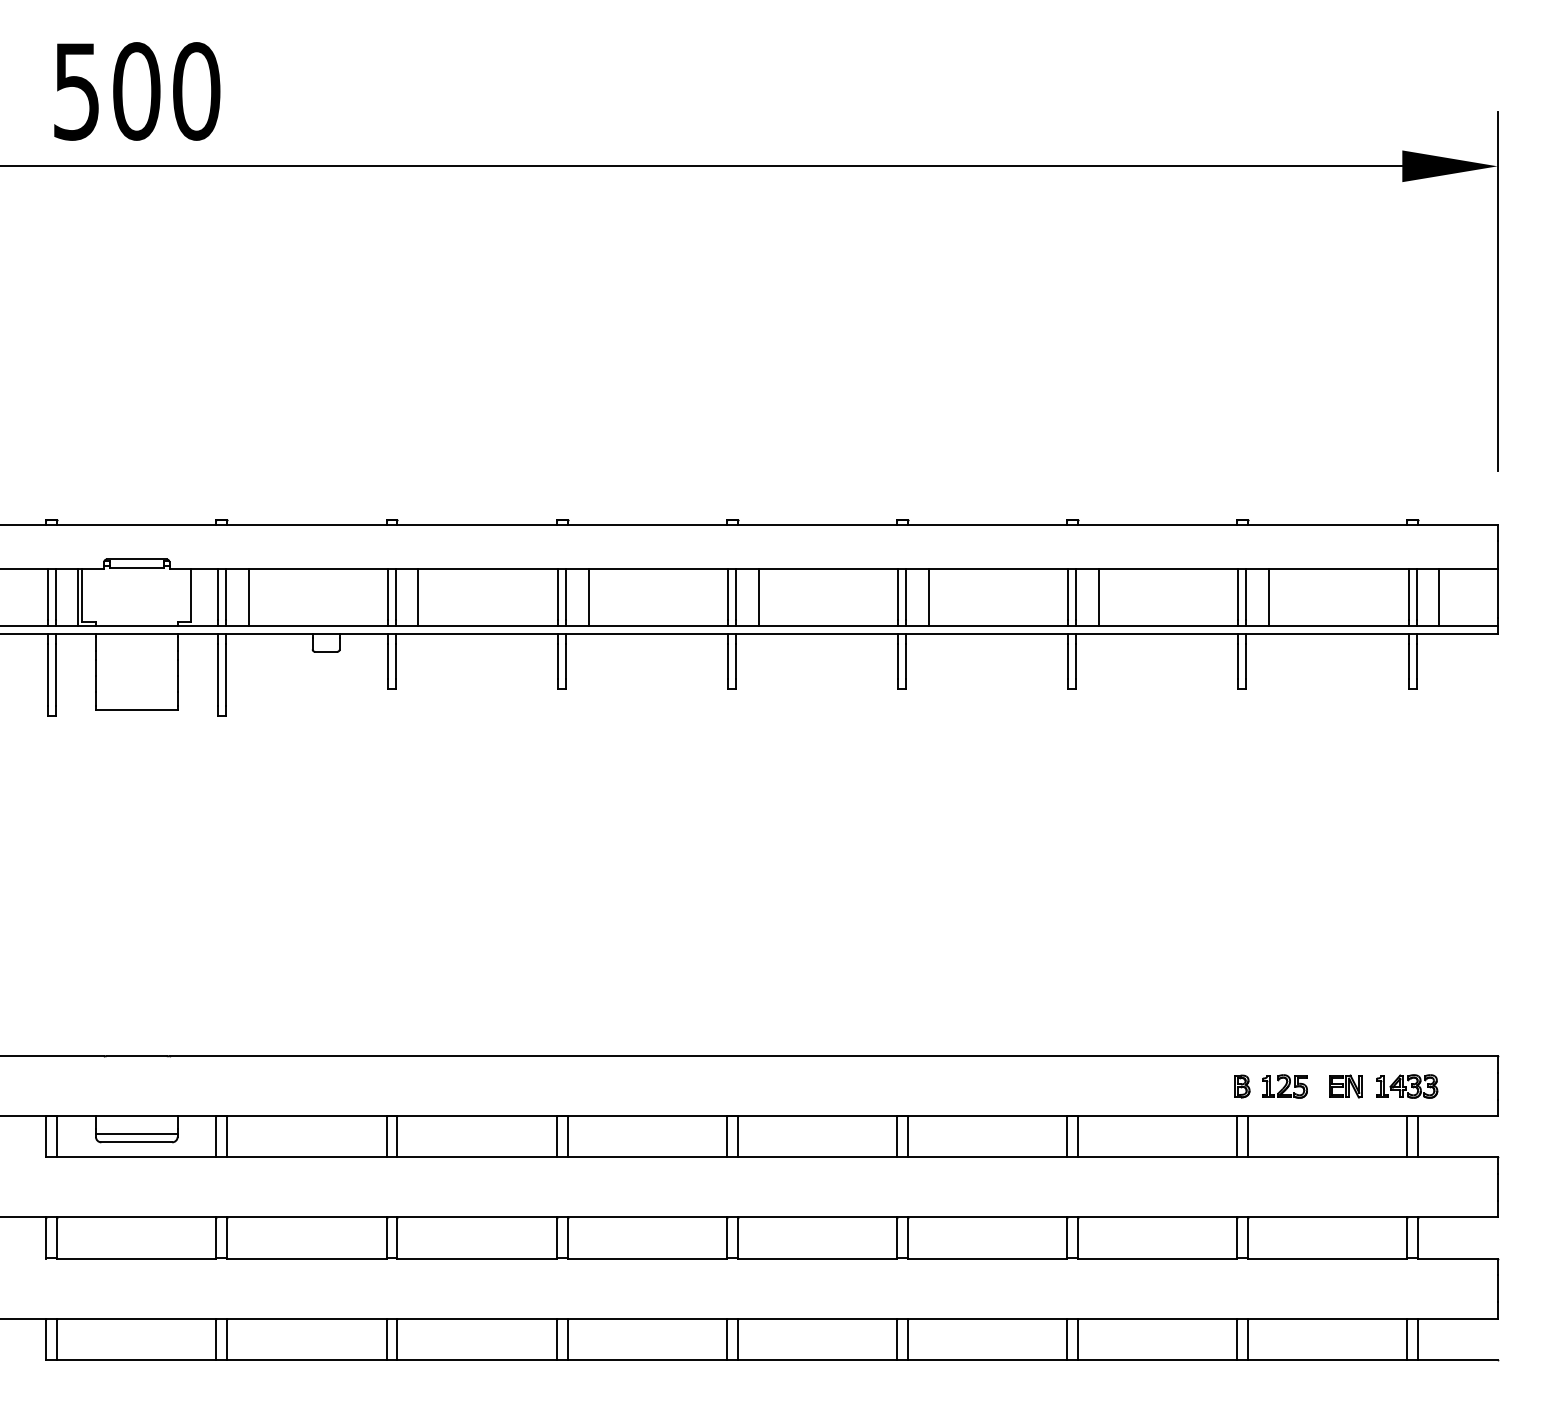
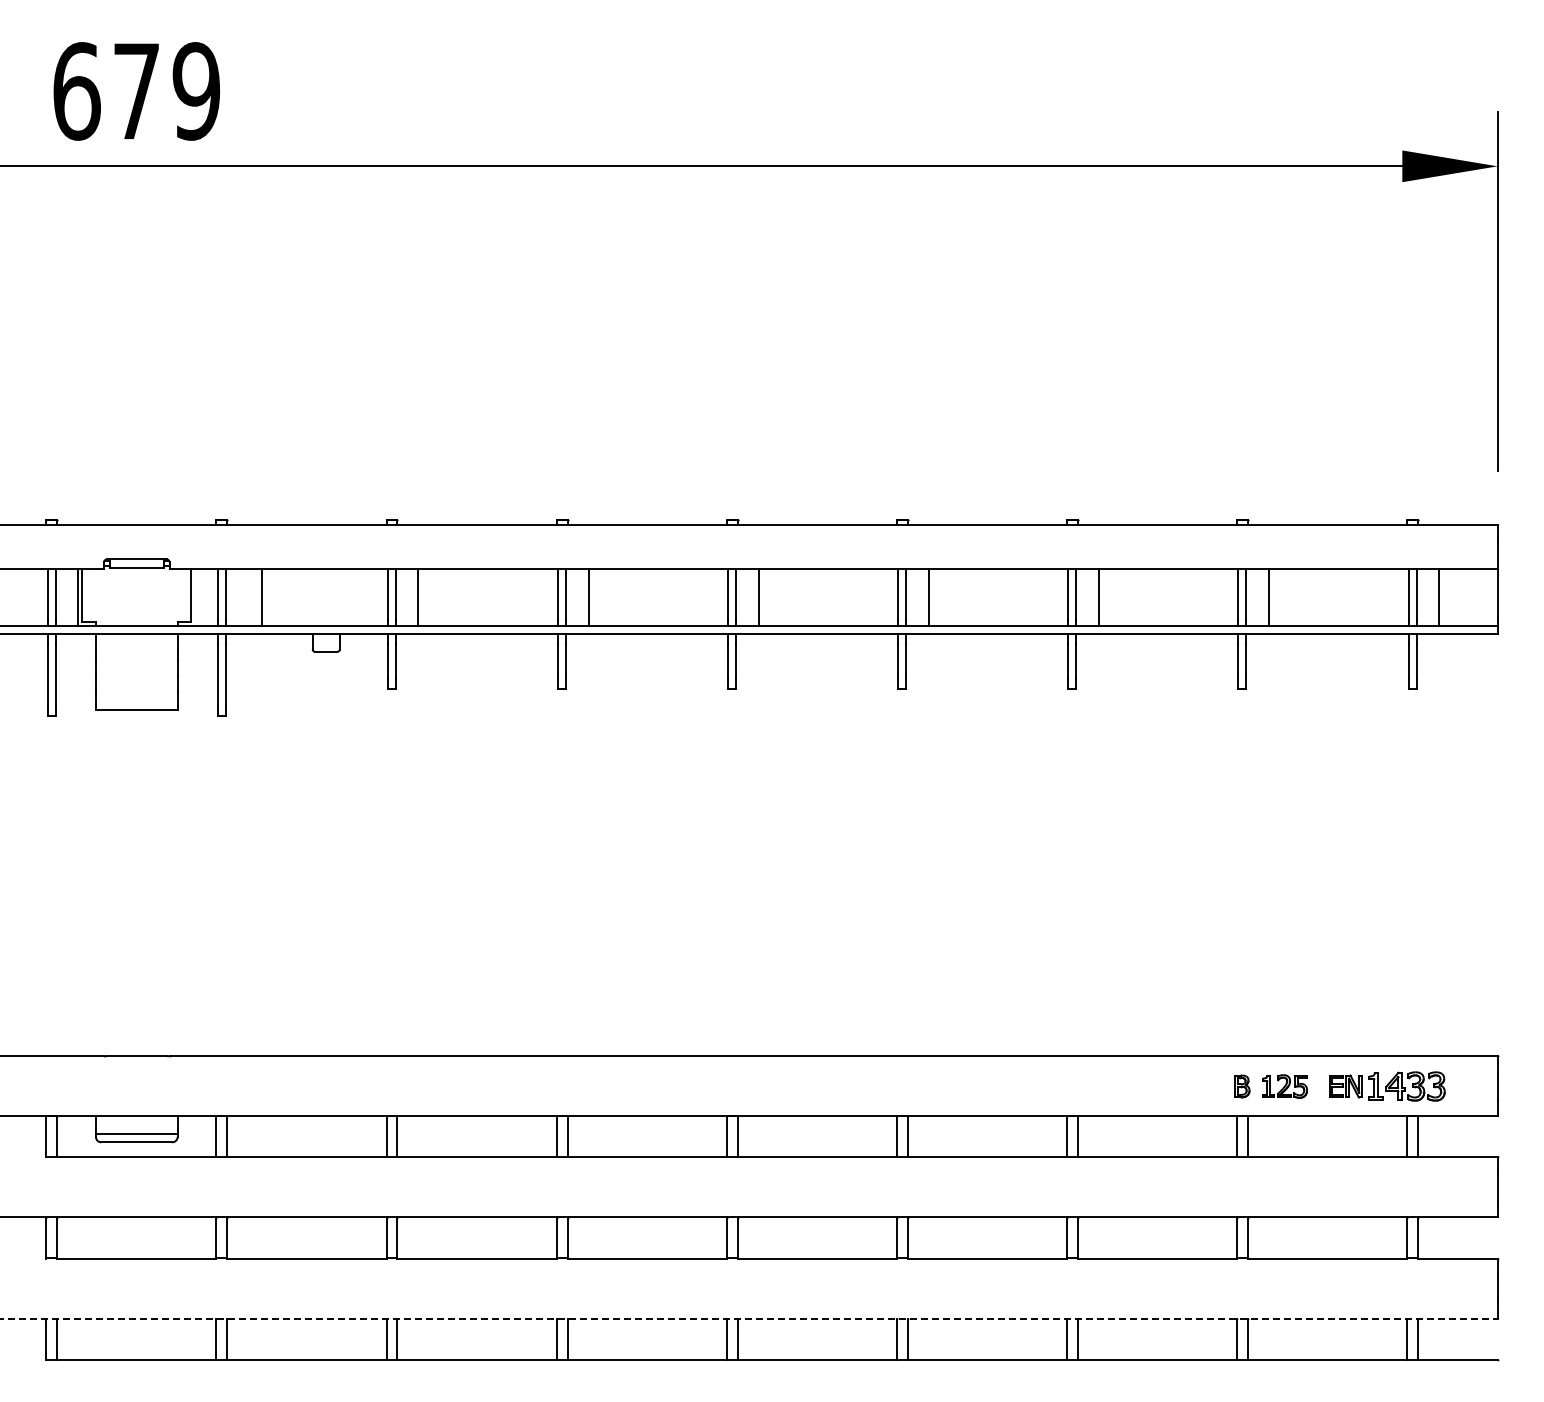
text at (136, 91): 500 -> 679
line at (248, 596) position: (248, 596) -> (261, 596)
part at (1407, 1086) size: 63x25 px -> 78x31 px
line at (749, 1318): solid -> dashed
